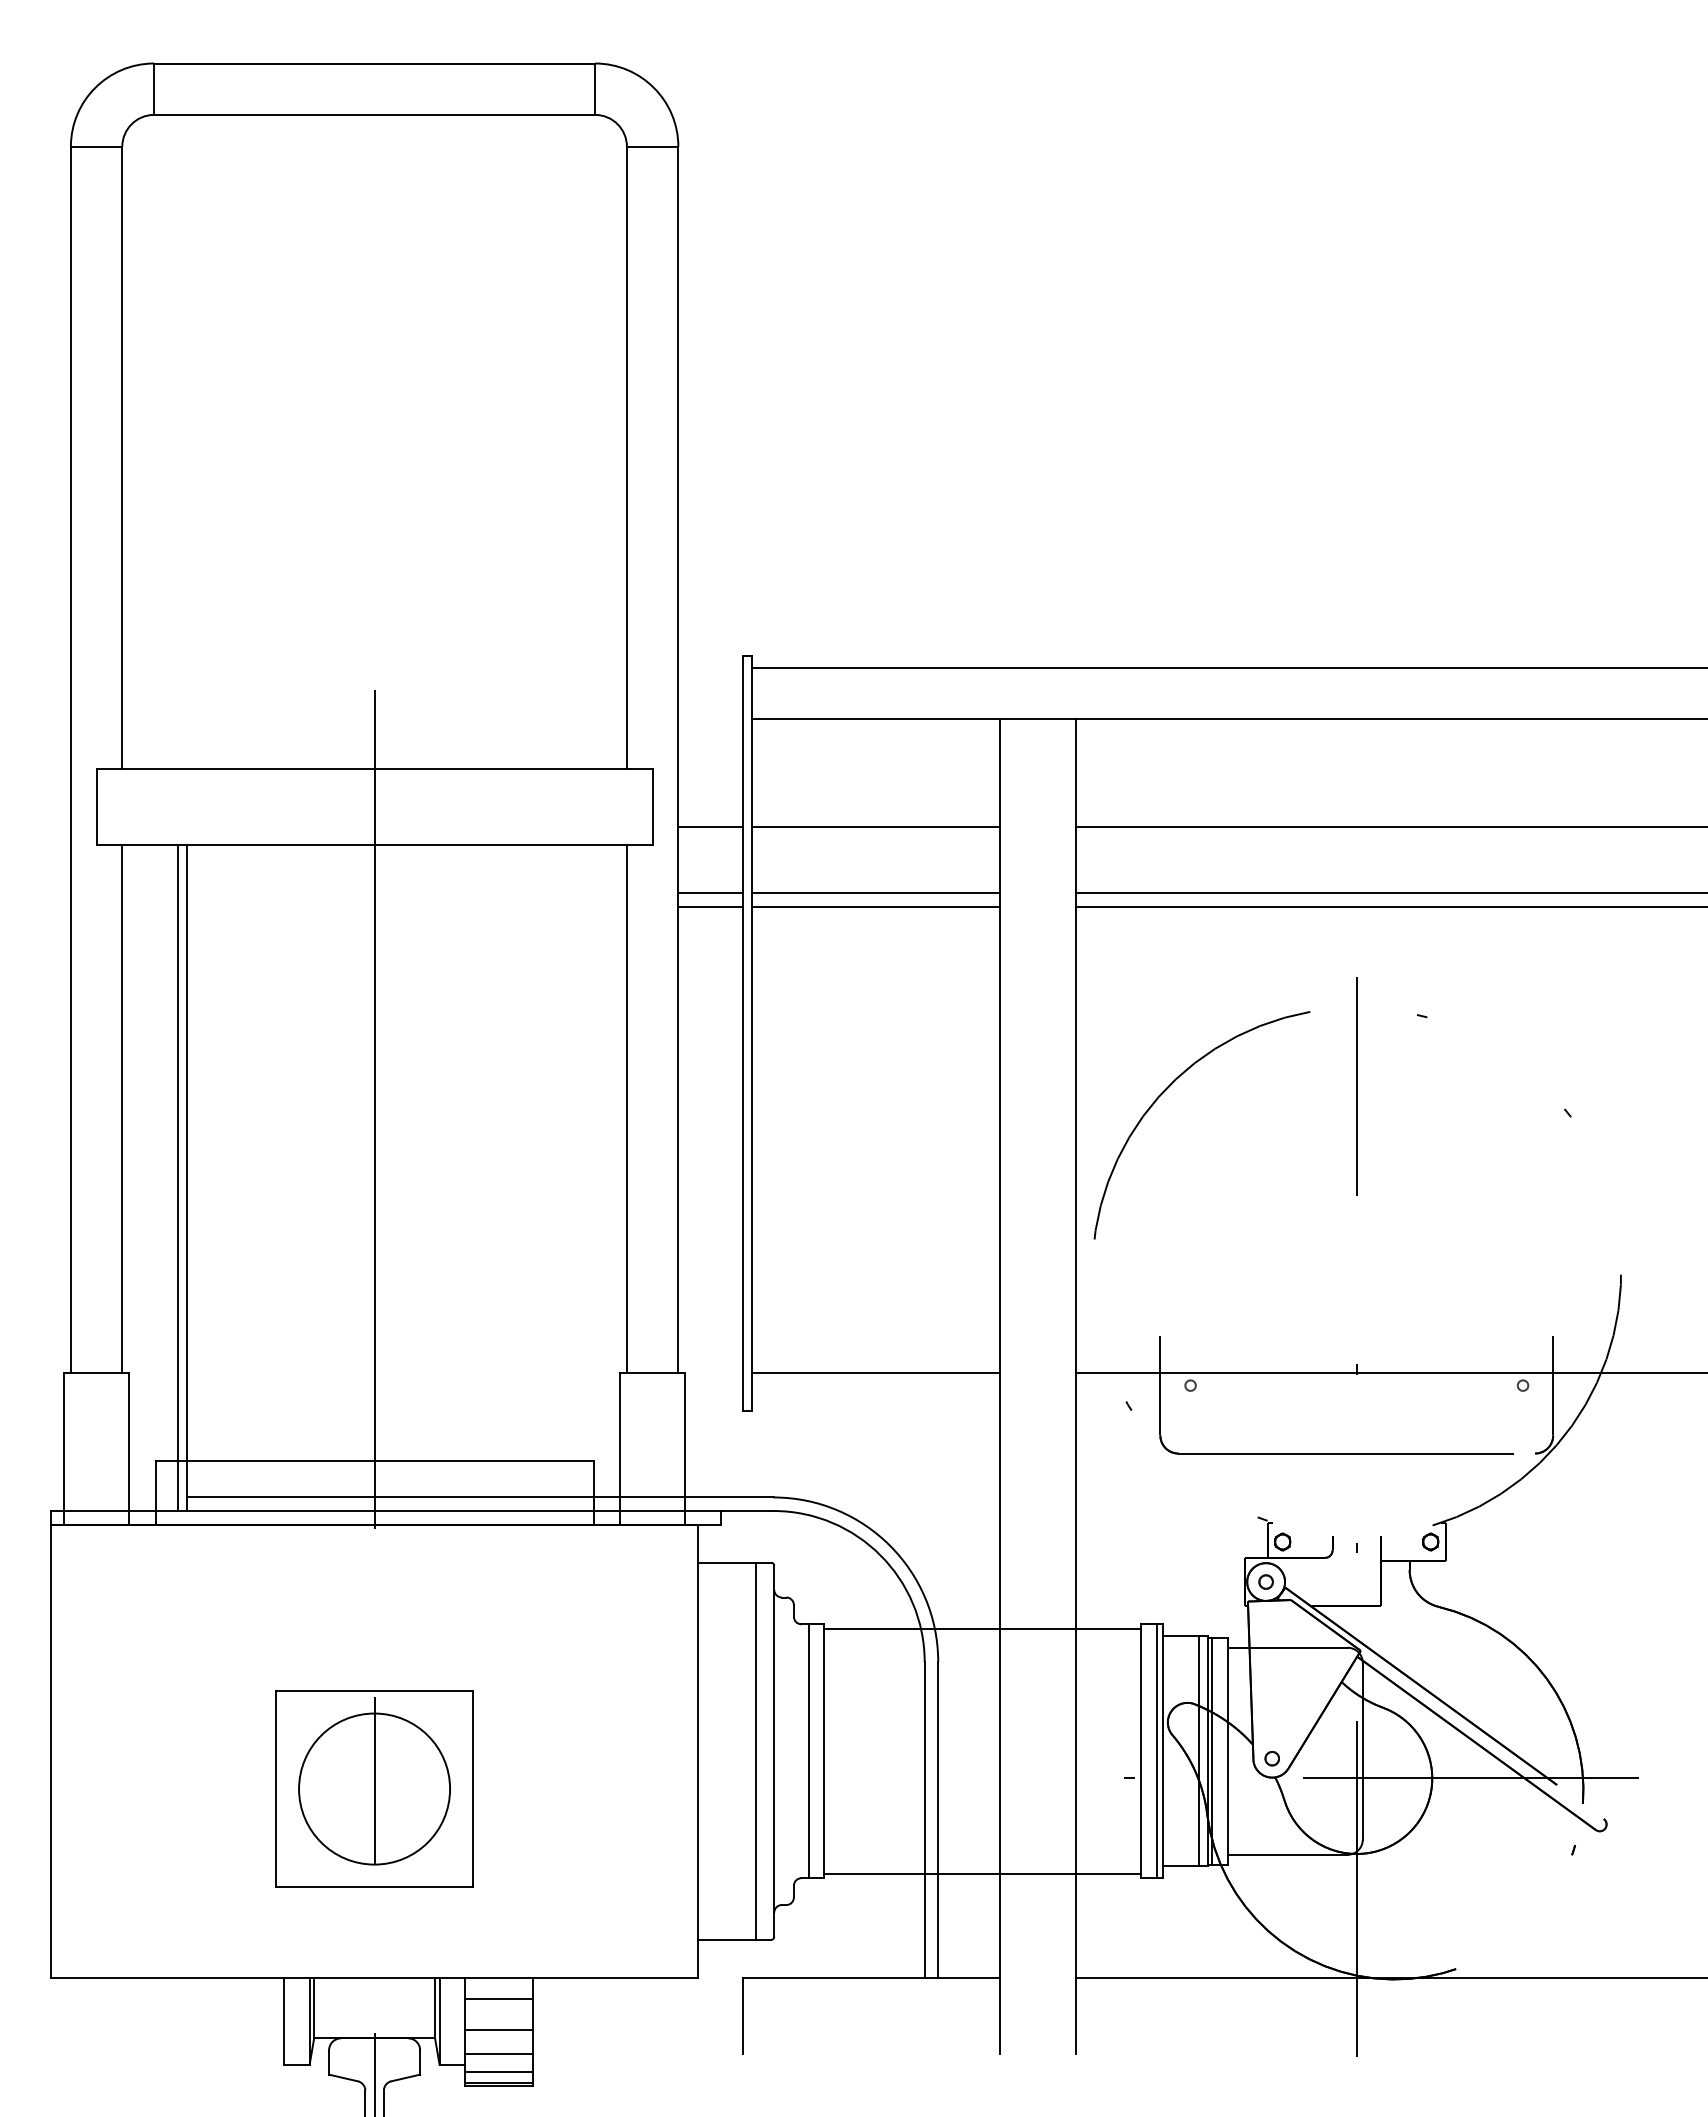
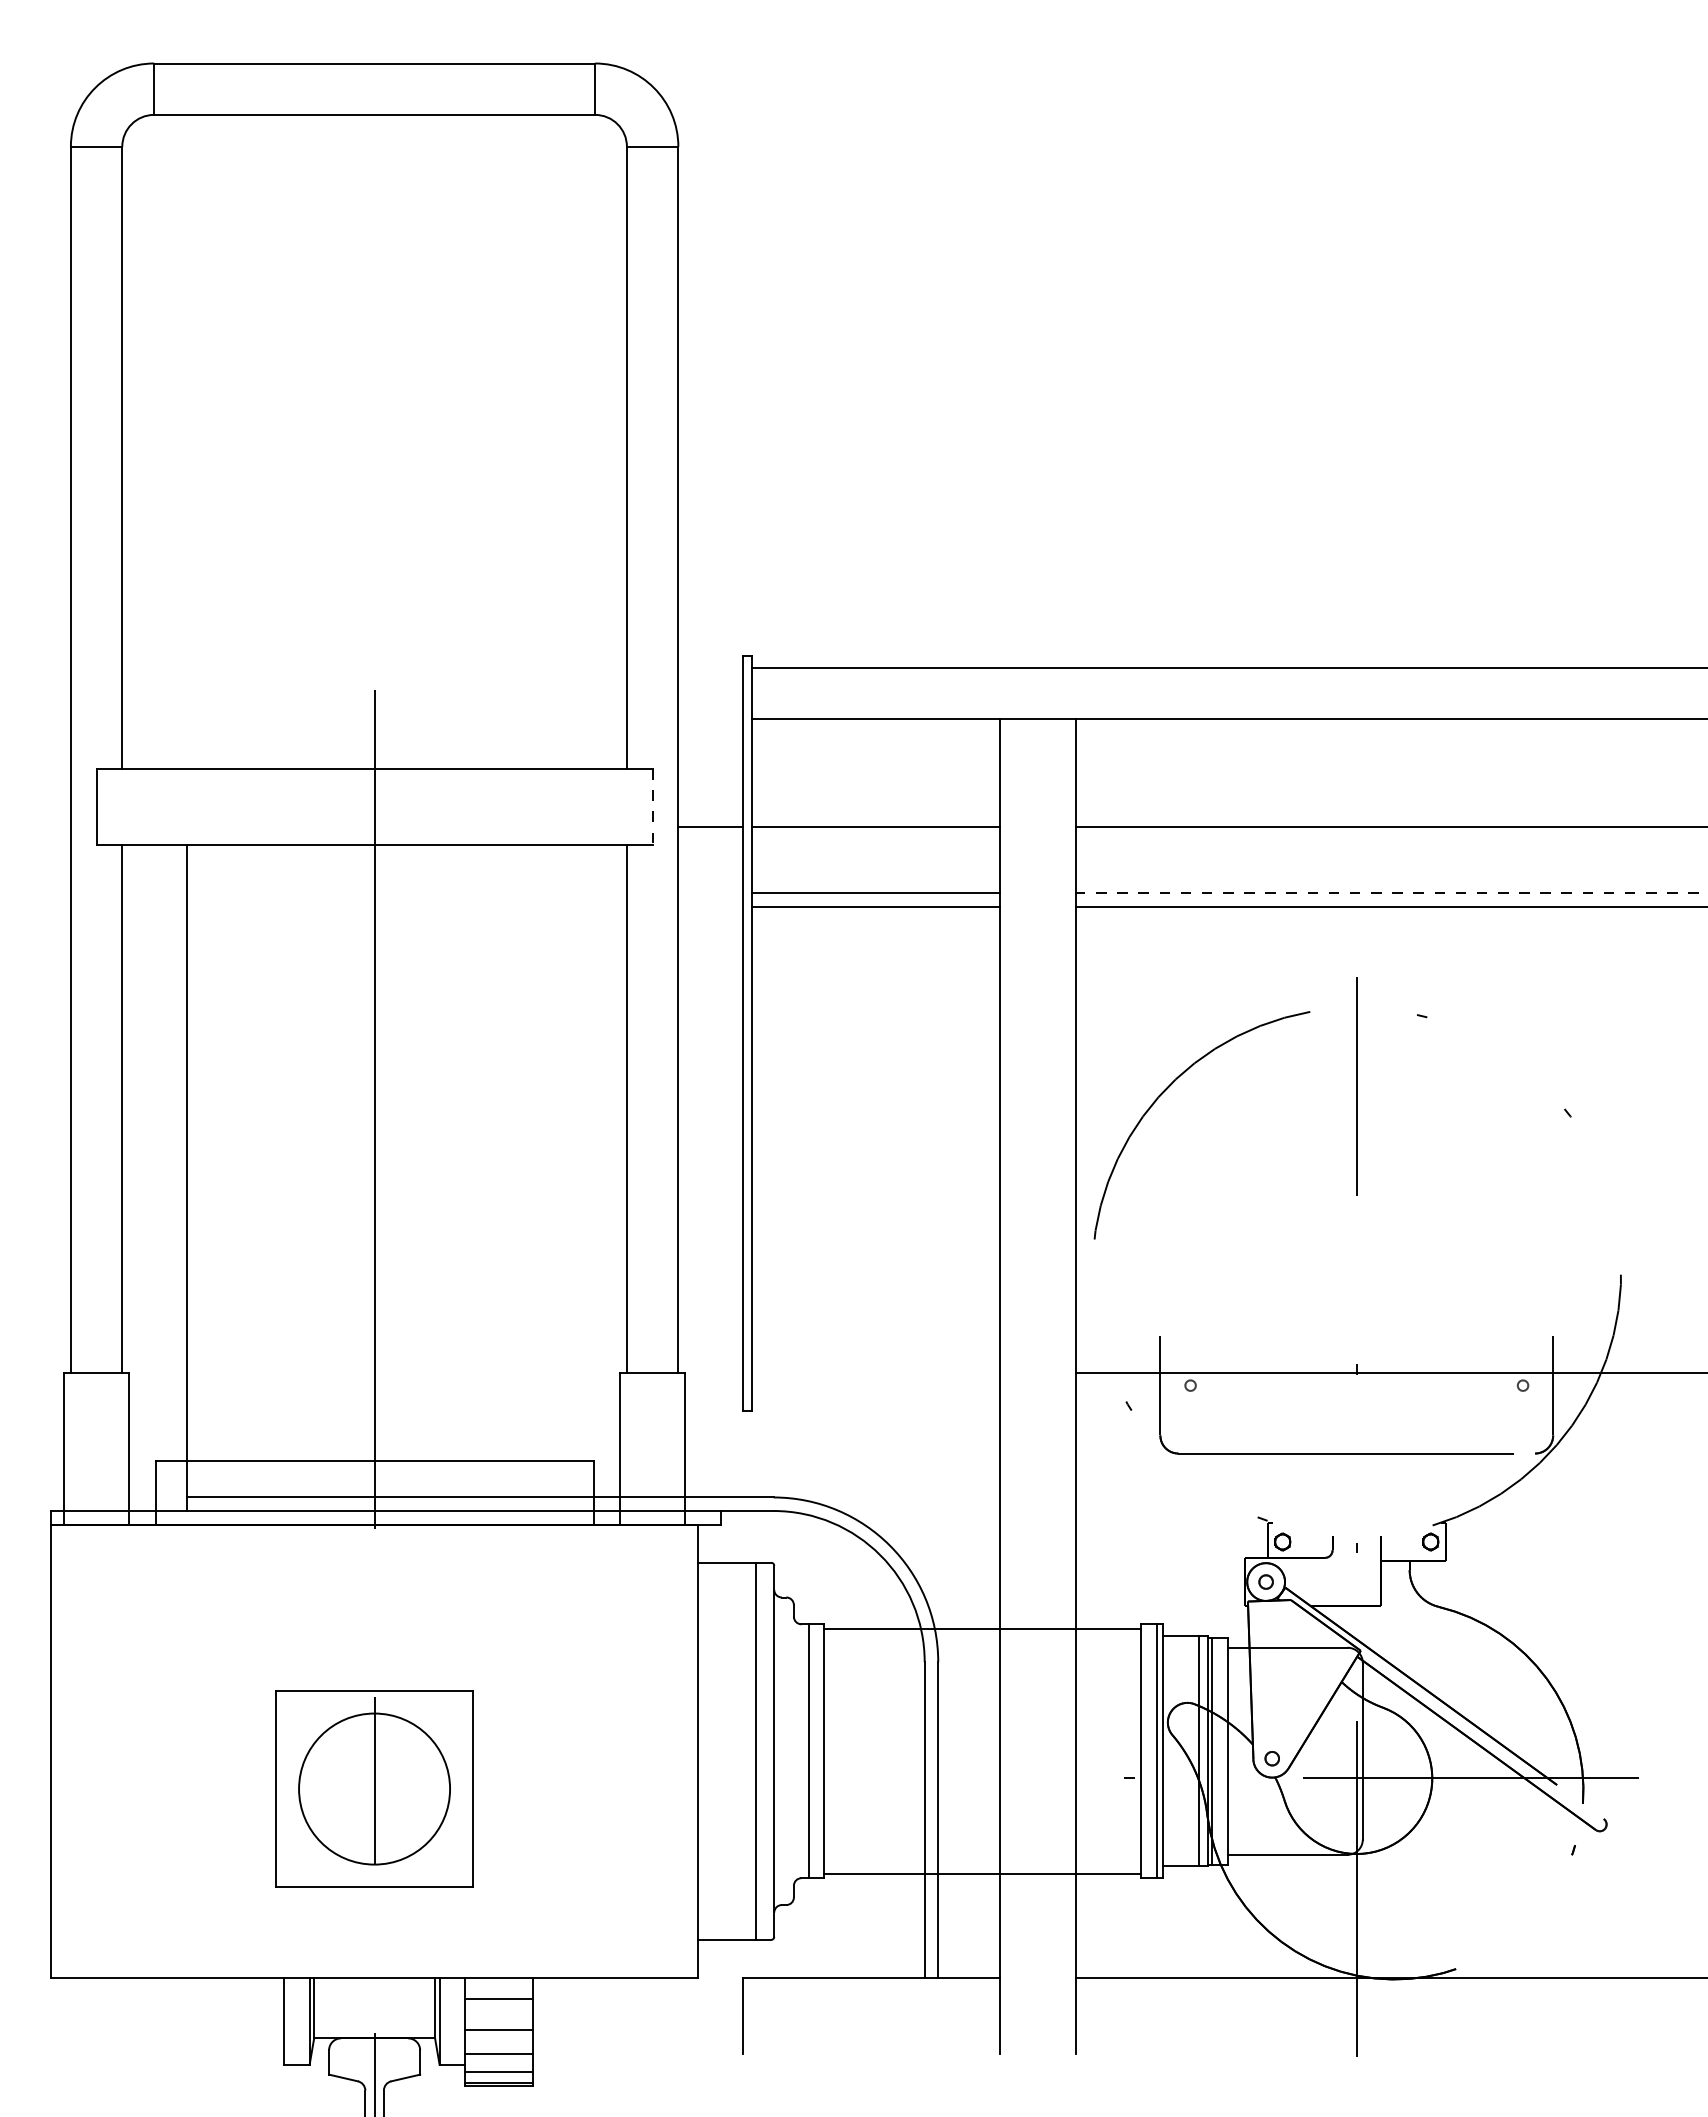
line at (652, 806): solid -> dashed
line at (710, 892): present -> none
line at (1391, 892): solid -> dashed
line at (710, 906): present -> none
line at (178, 1177): present -> none
line at (876, 1373): present -> none
